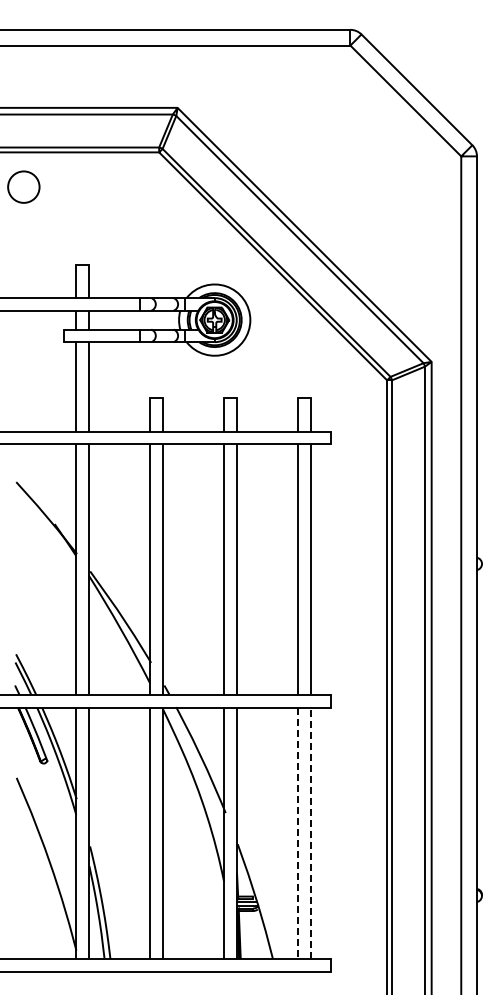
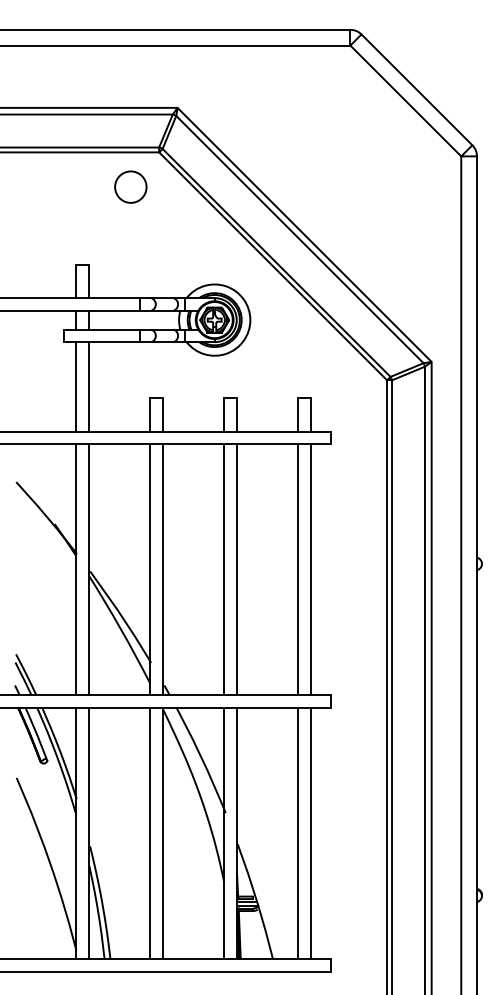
circle at (23, 186) position: (23, 186) -> (130, 186)
line at (310, 832): dashed -> solid
line at (298, 833): dashed -> solid
